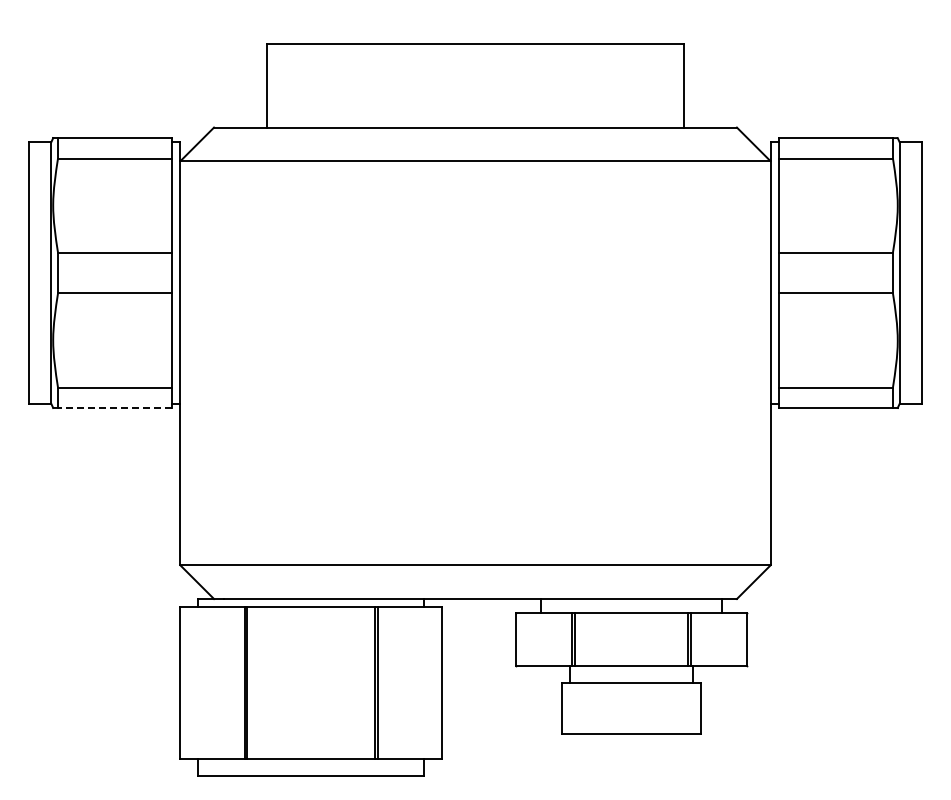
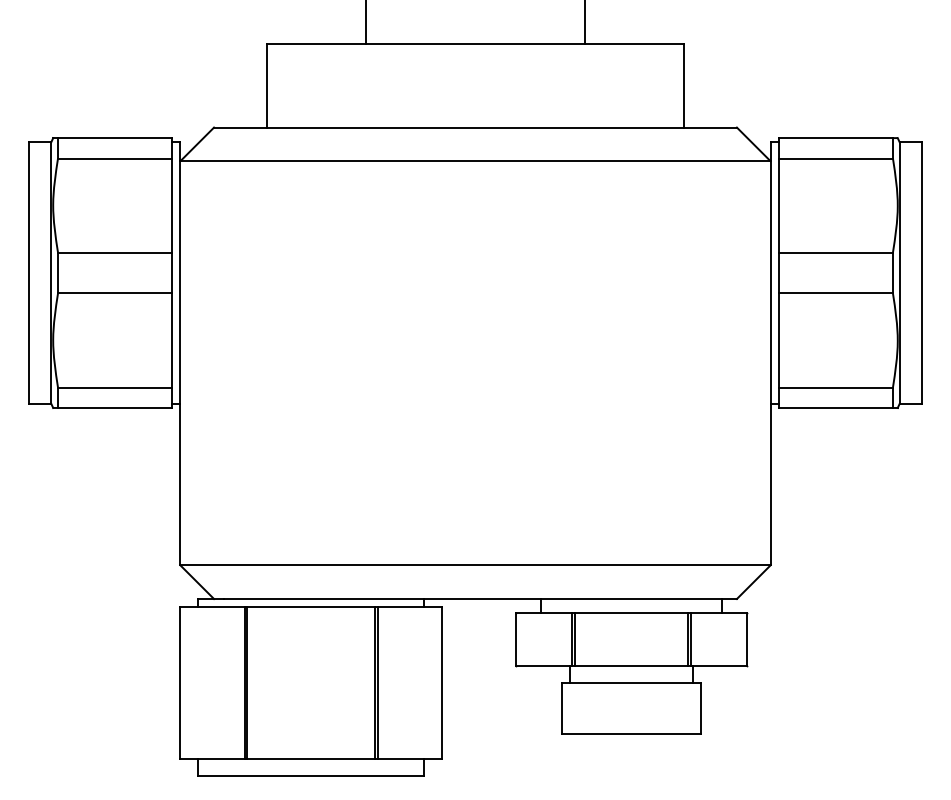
line at (365, 23): none -> present
line at (585, 23): none -> present
line at (114, 407): dashed -> solid
